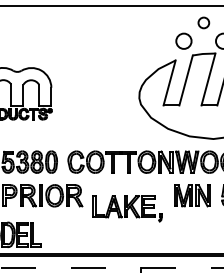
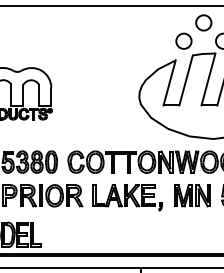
circle at (203, 22) size: 14x14 px -> 18x18 px
part at (127, 208) position: (127, 208) -> (127, 197)
line at (112, 268): dashed -> solid
